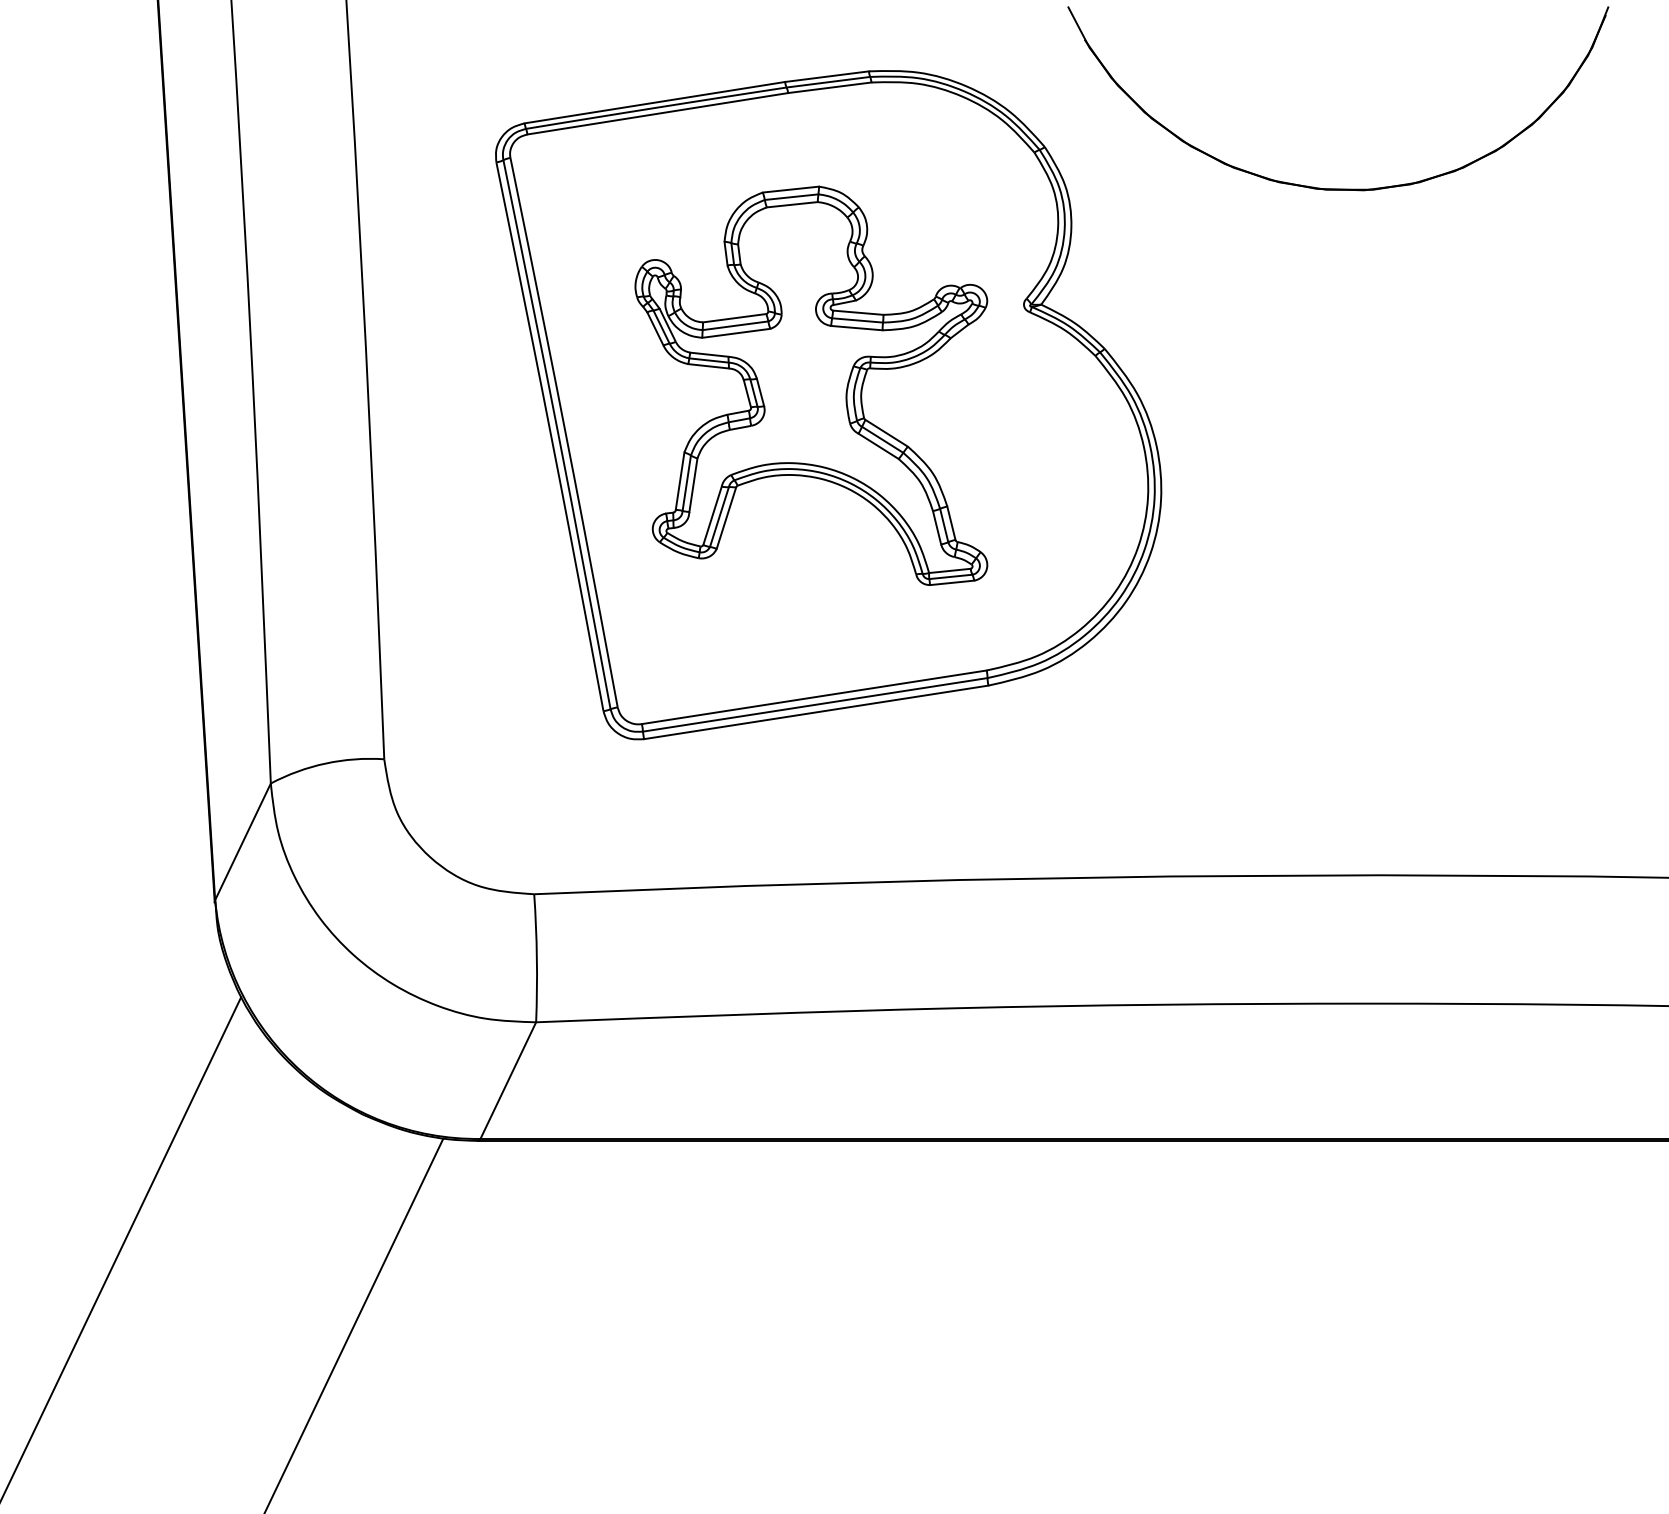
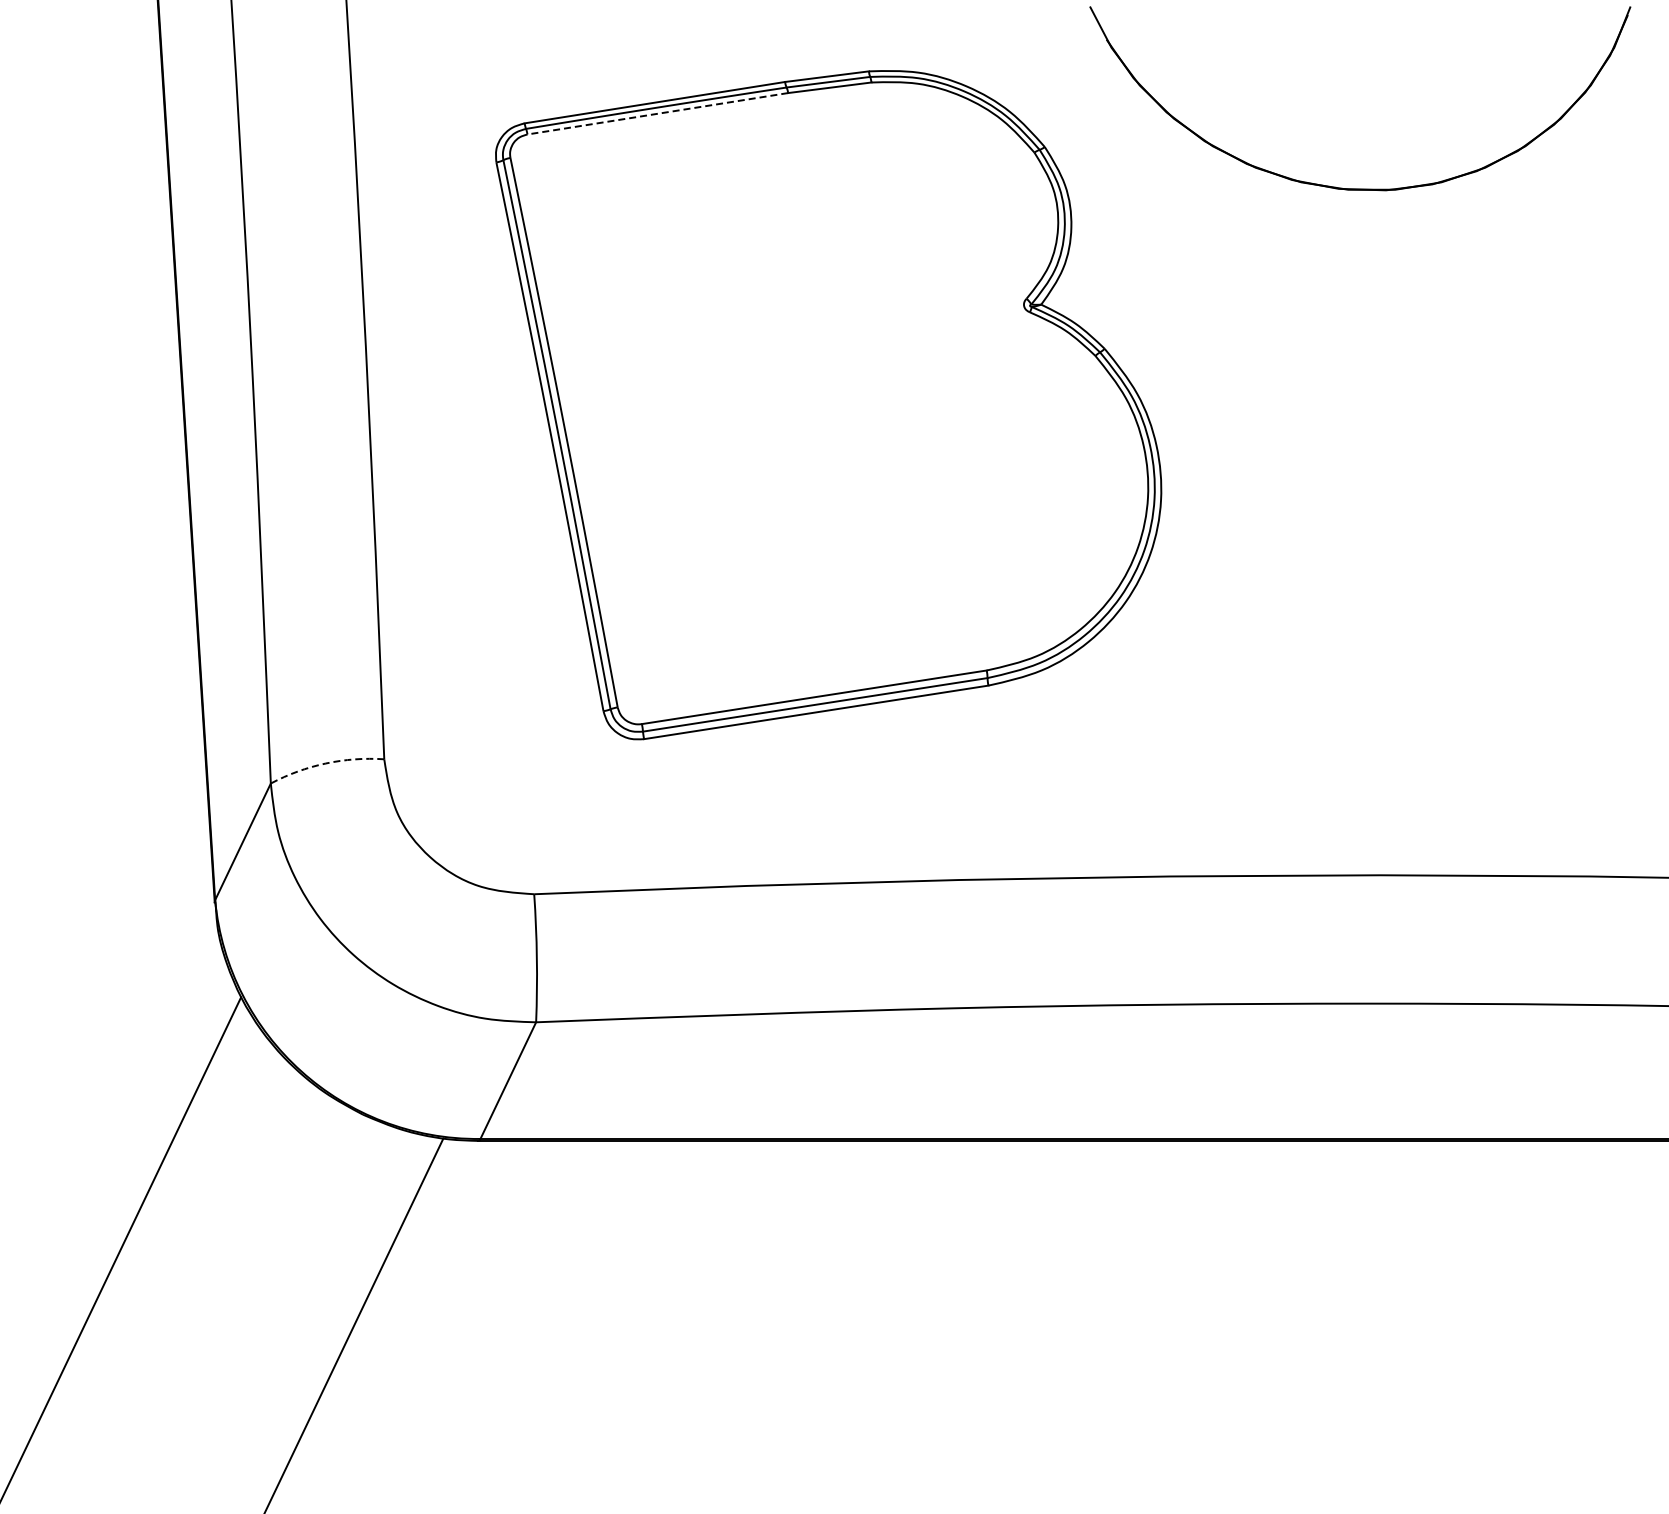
line at (657, 113): solid -> dashed
part at (1338, 188) position: (1338, 188) -> (1360, 188)
part at (811, 385): present -> none
arc at (325, 763): solid -> dashed
